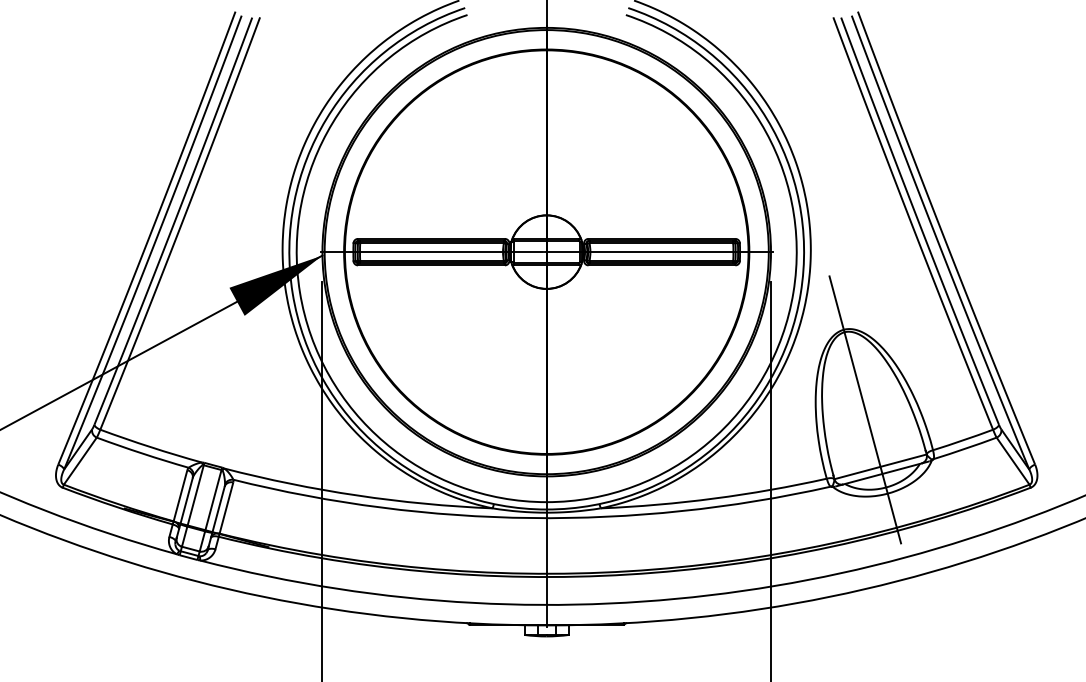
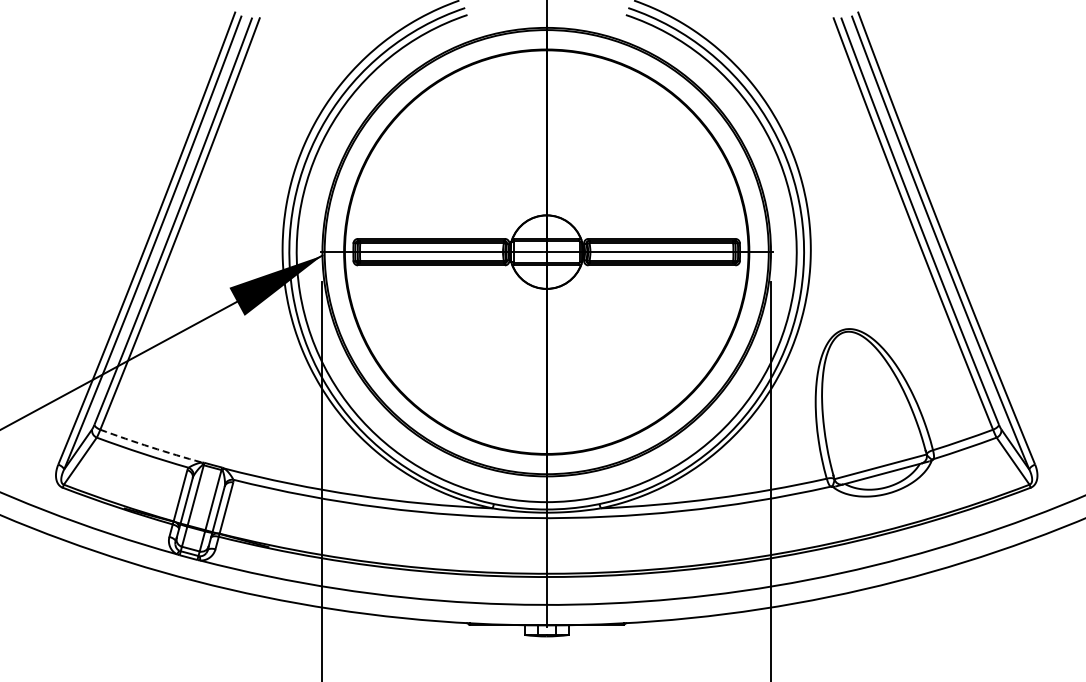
line at (865, 409): present -> none
arc at (151, 447): solid -> dashed
